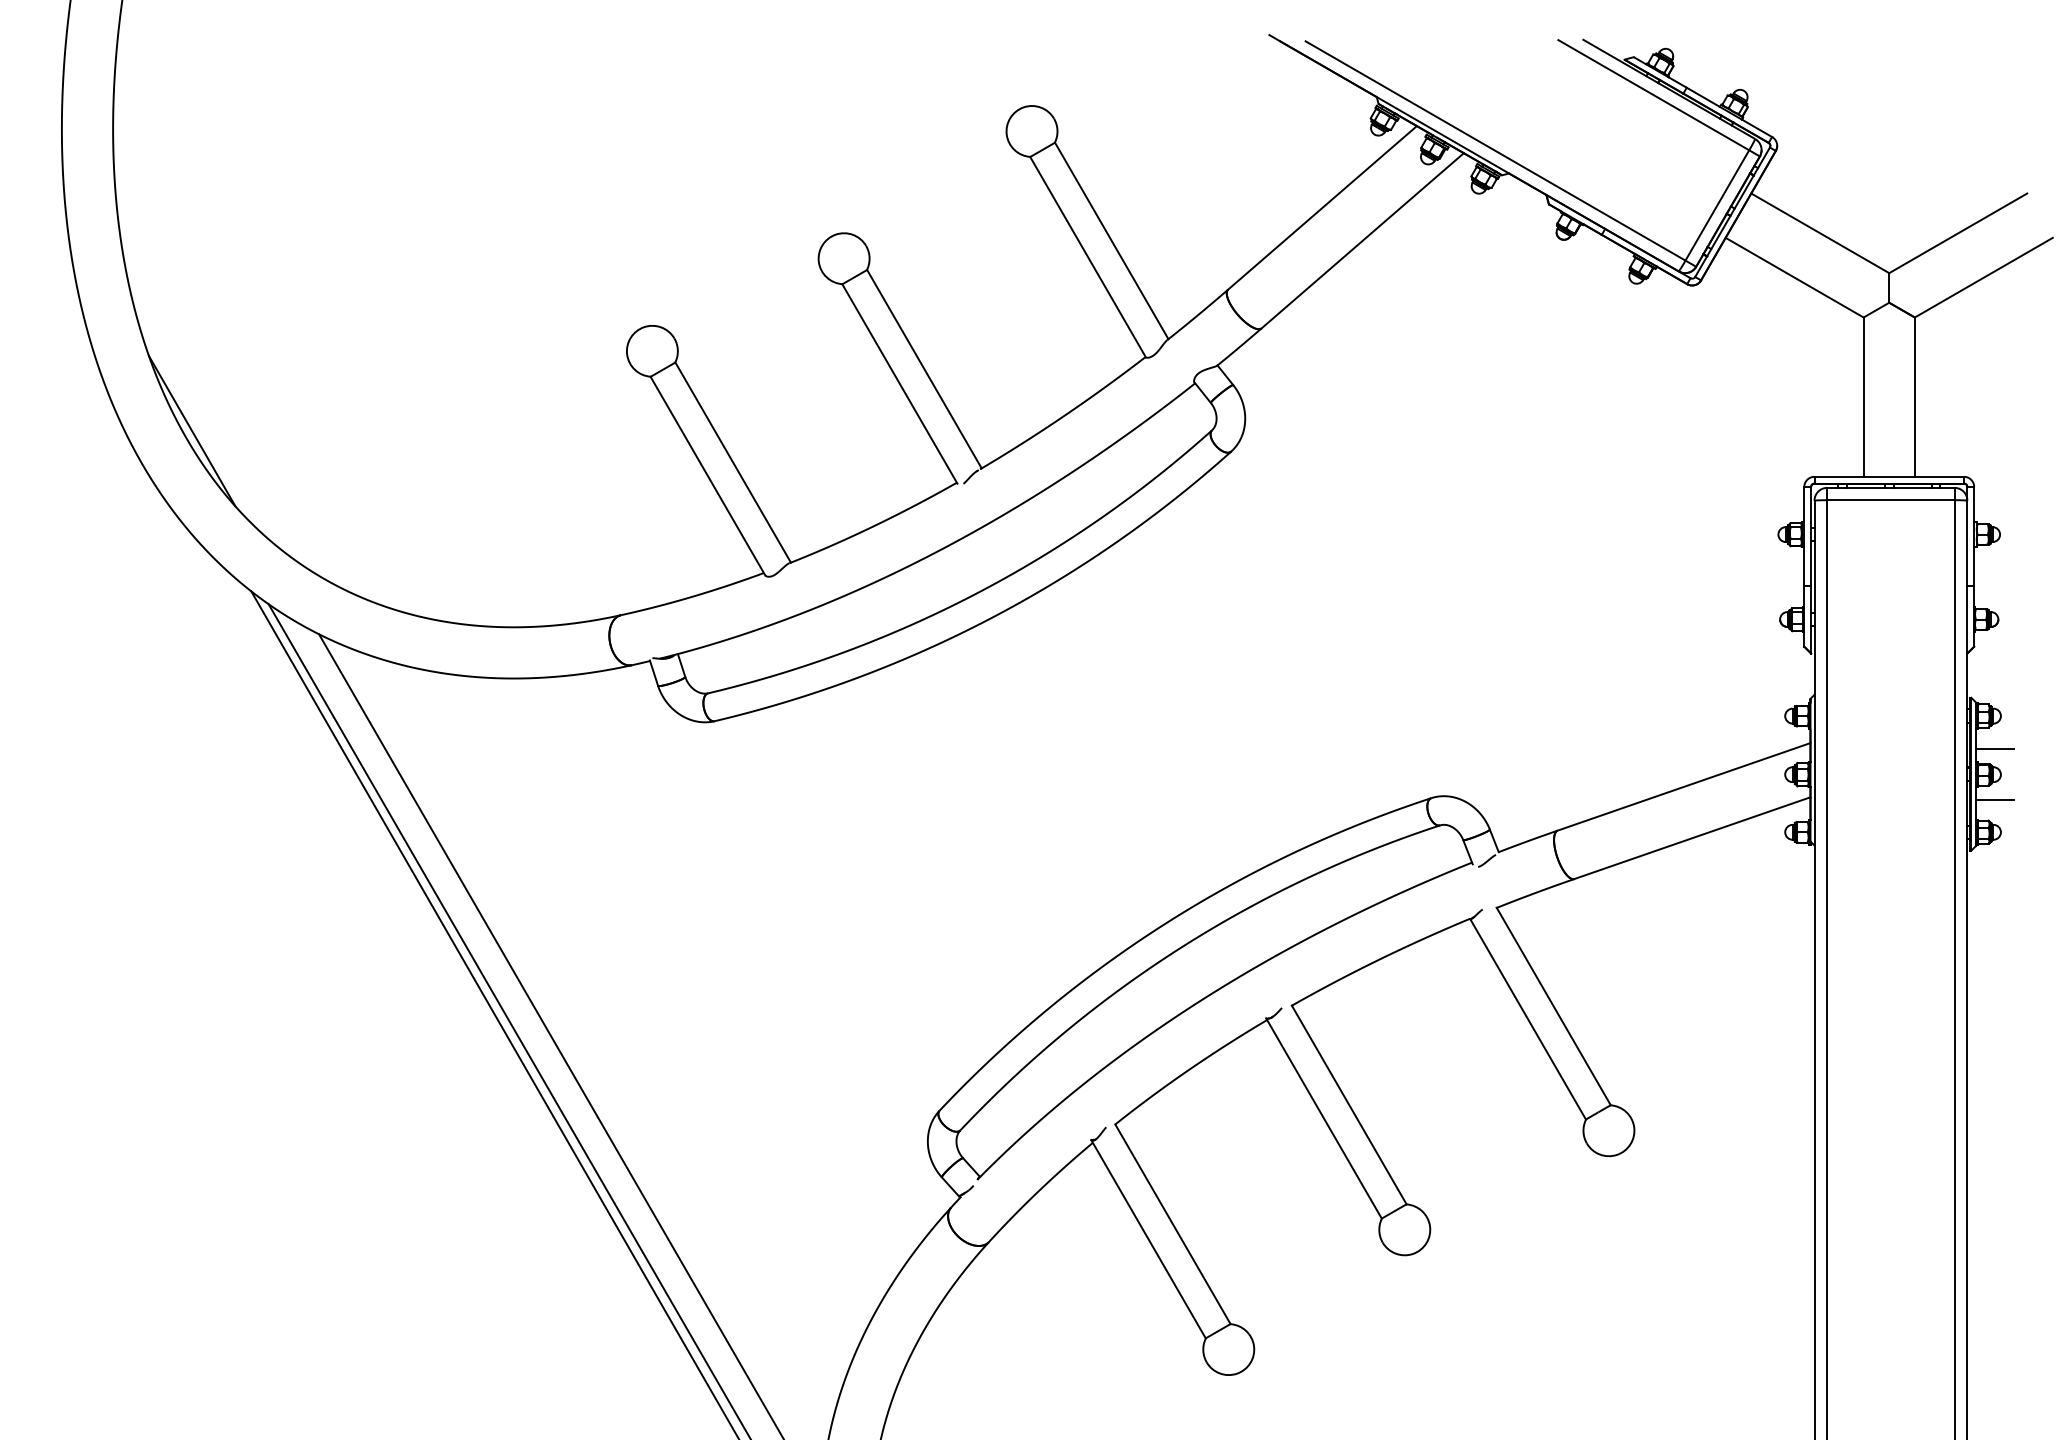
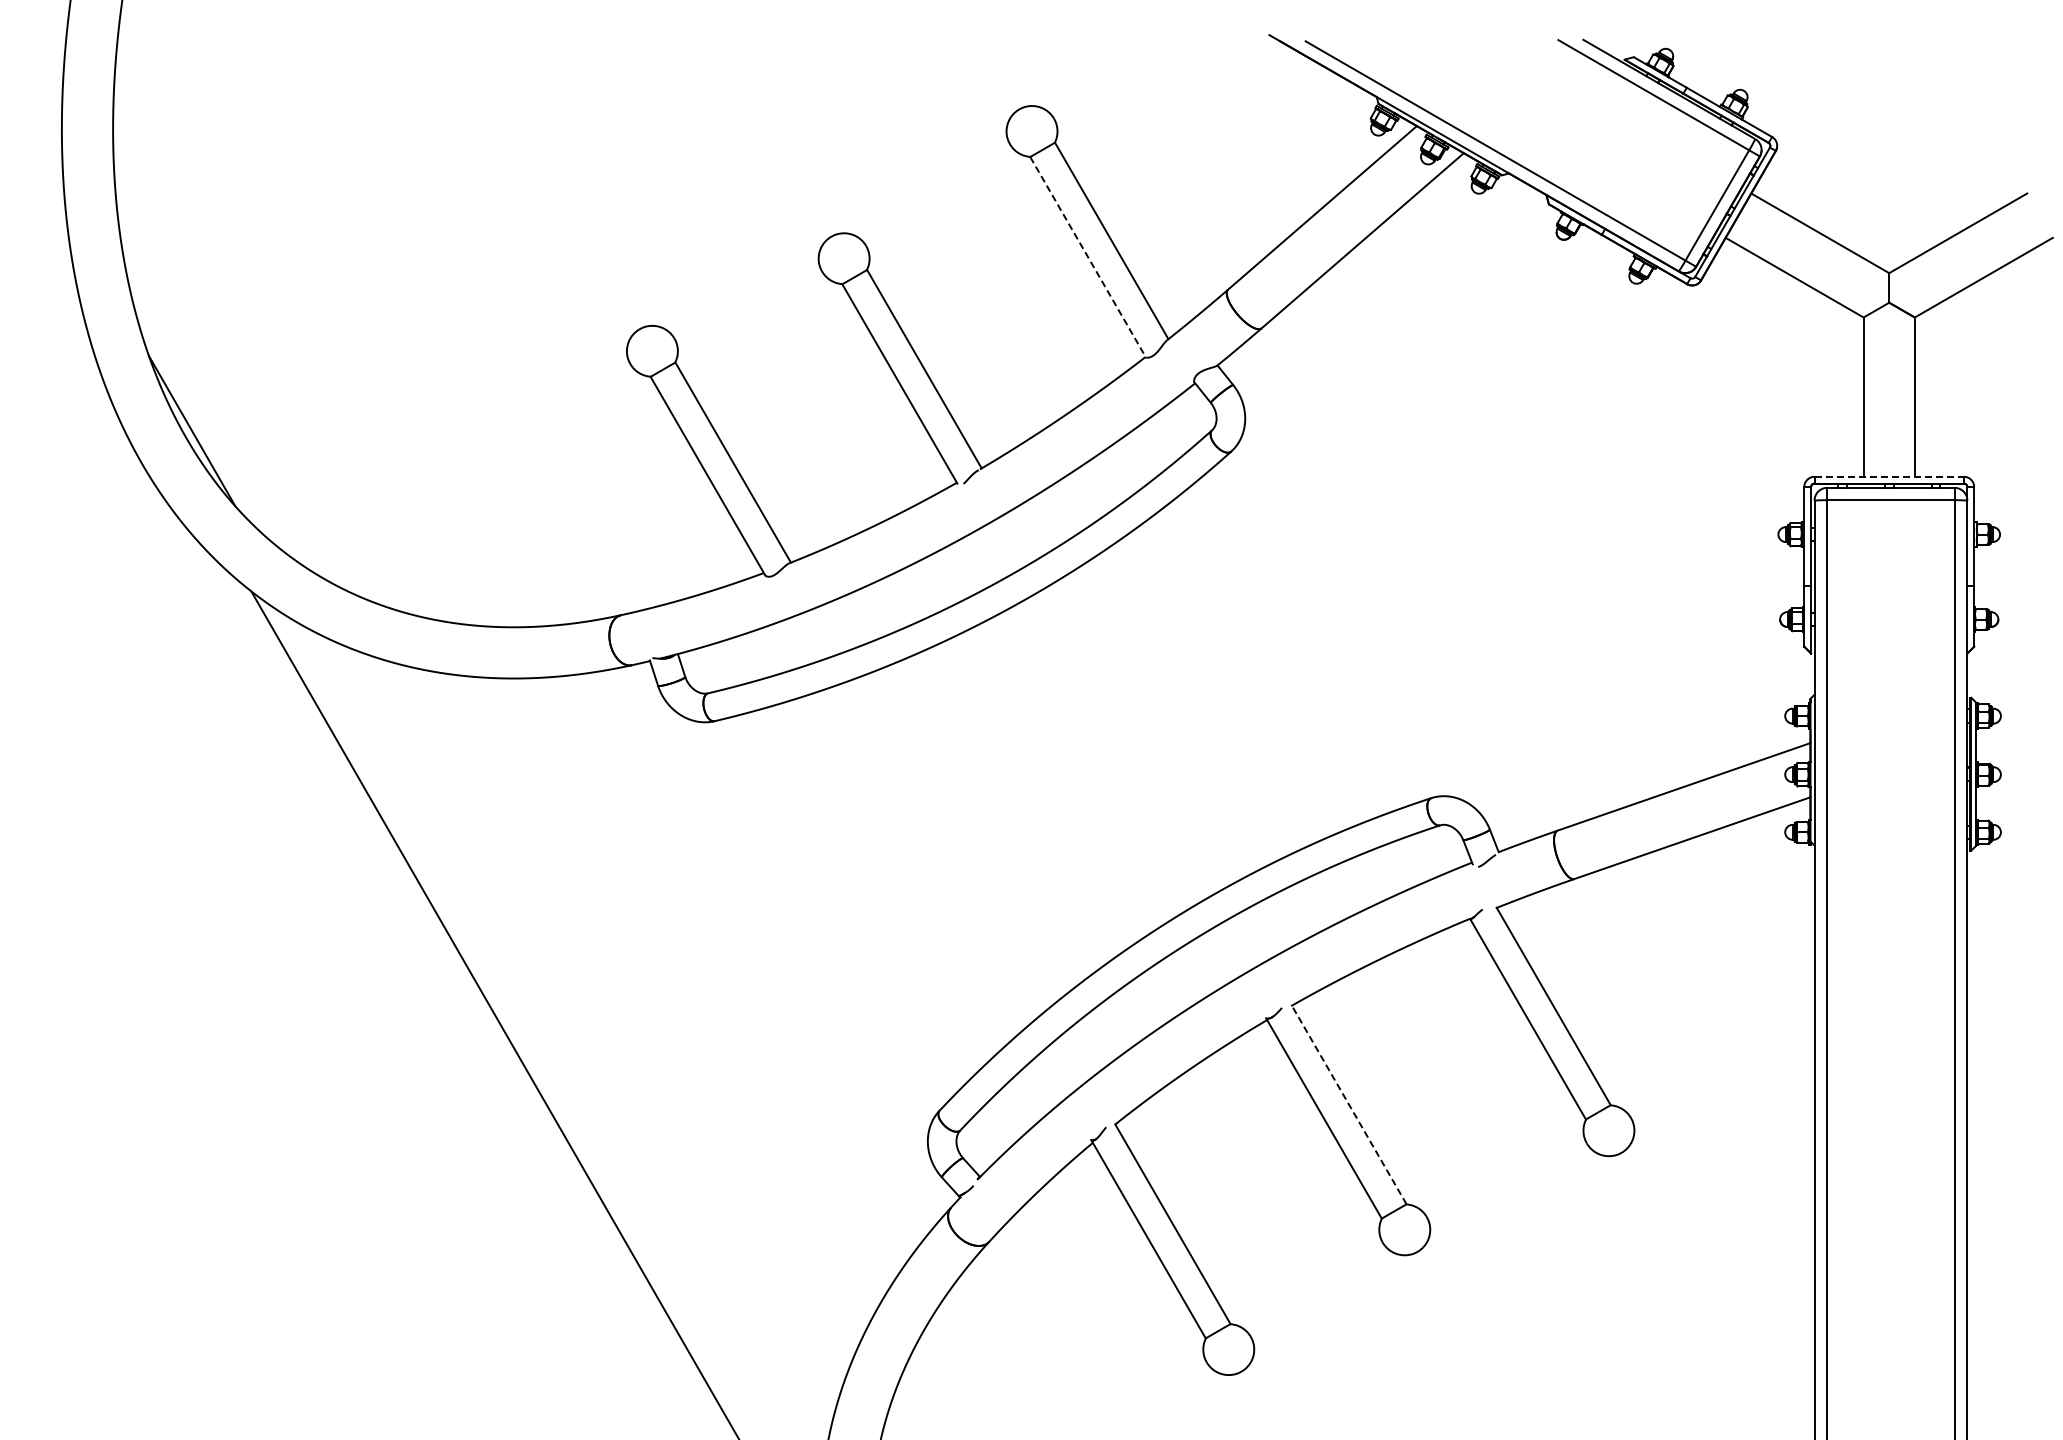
line at (1088, 257): solid -> dashed
line at (1889, 476): solid -> dashed
line at (1995, 748): present -> none
line at (1995, 799): present -> none
line at (508, 1020): present -> none
line at (550, 1035): present -> none
line at (1349, 1104): solid -> dashed
